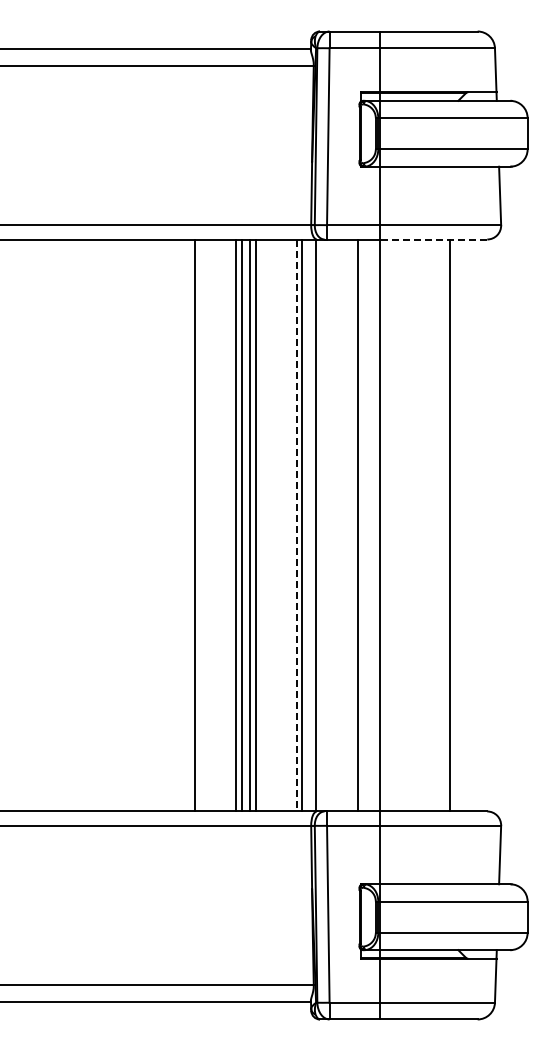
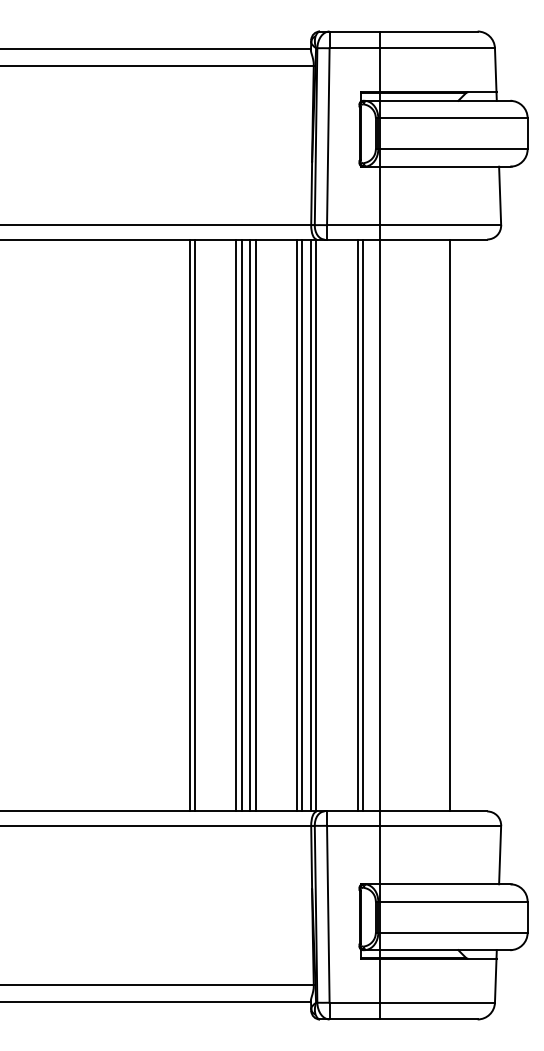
line at (433, 239): dashed -> solid
line at (189, 525): none -> present
line at (297, 525): dashed -> solid
line at (310, 525): none -> present
line at (362, 525): none -> present
